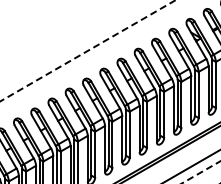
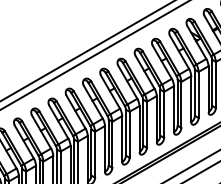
line at (88, 50): dashed -> solid
line at (94, 55): none -> present
line at (200, 172): dashed -> solid
